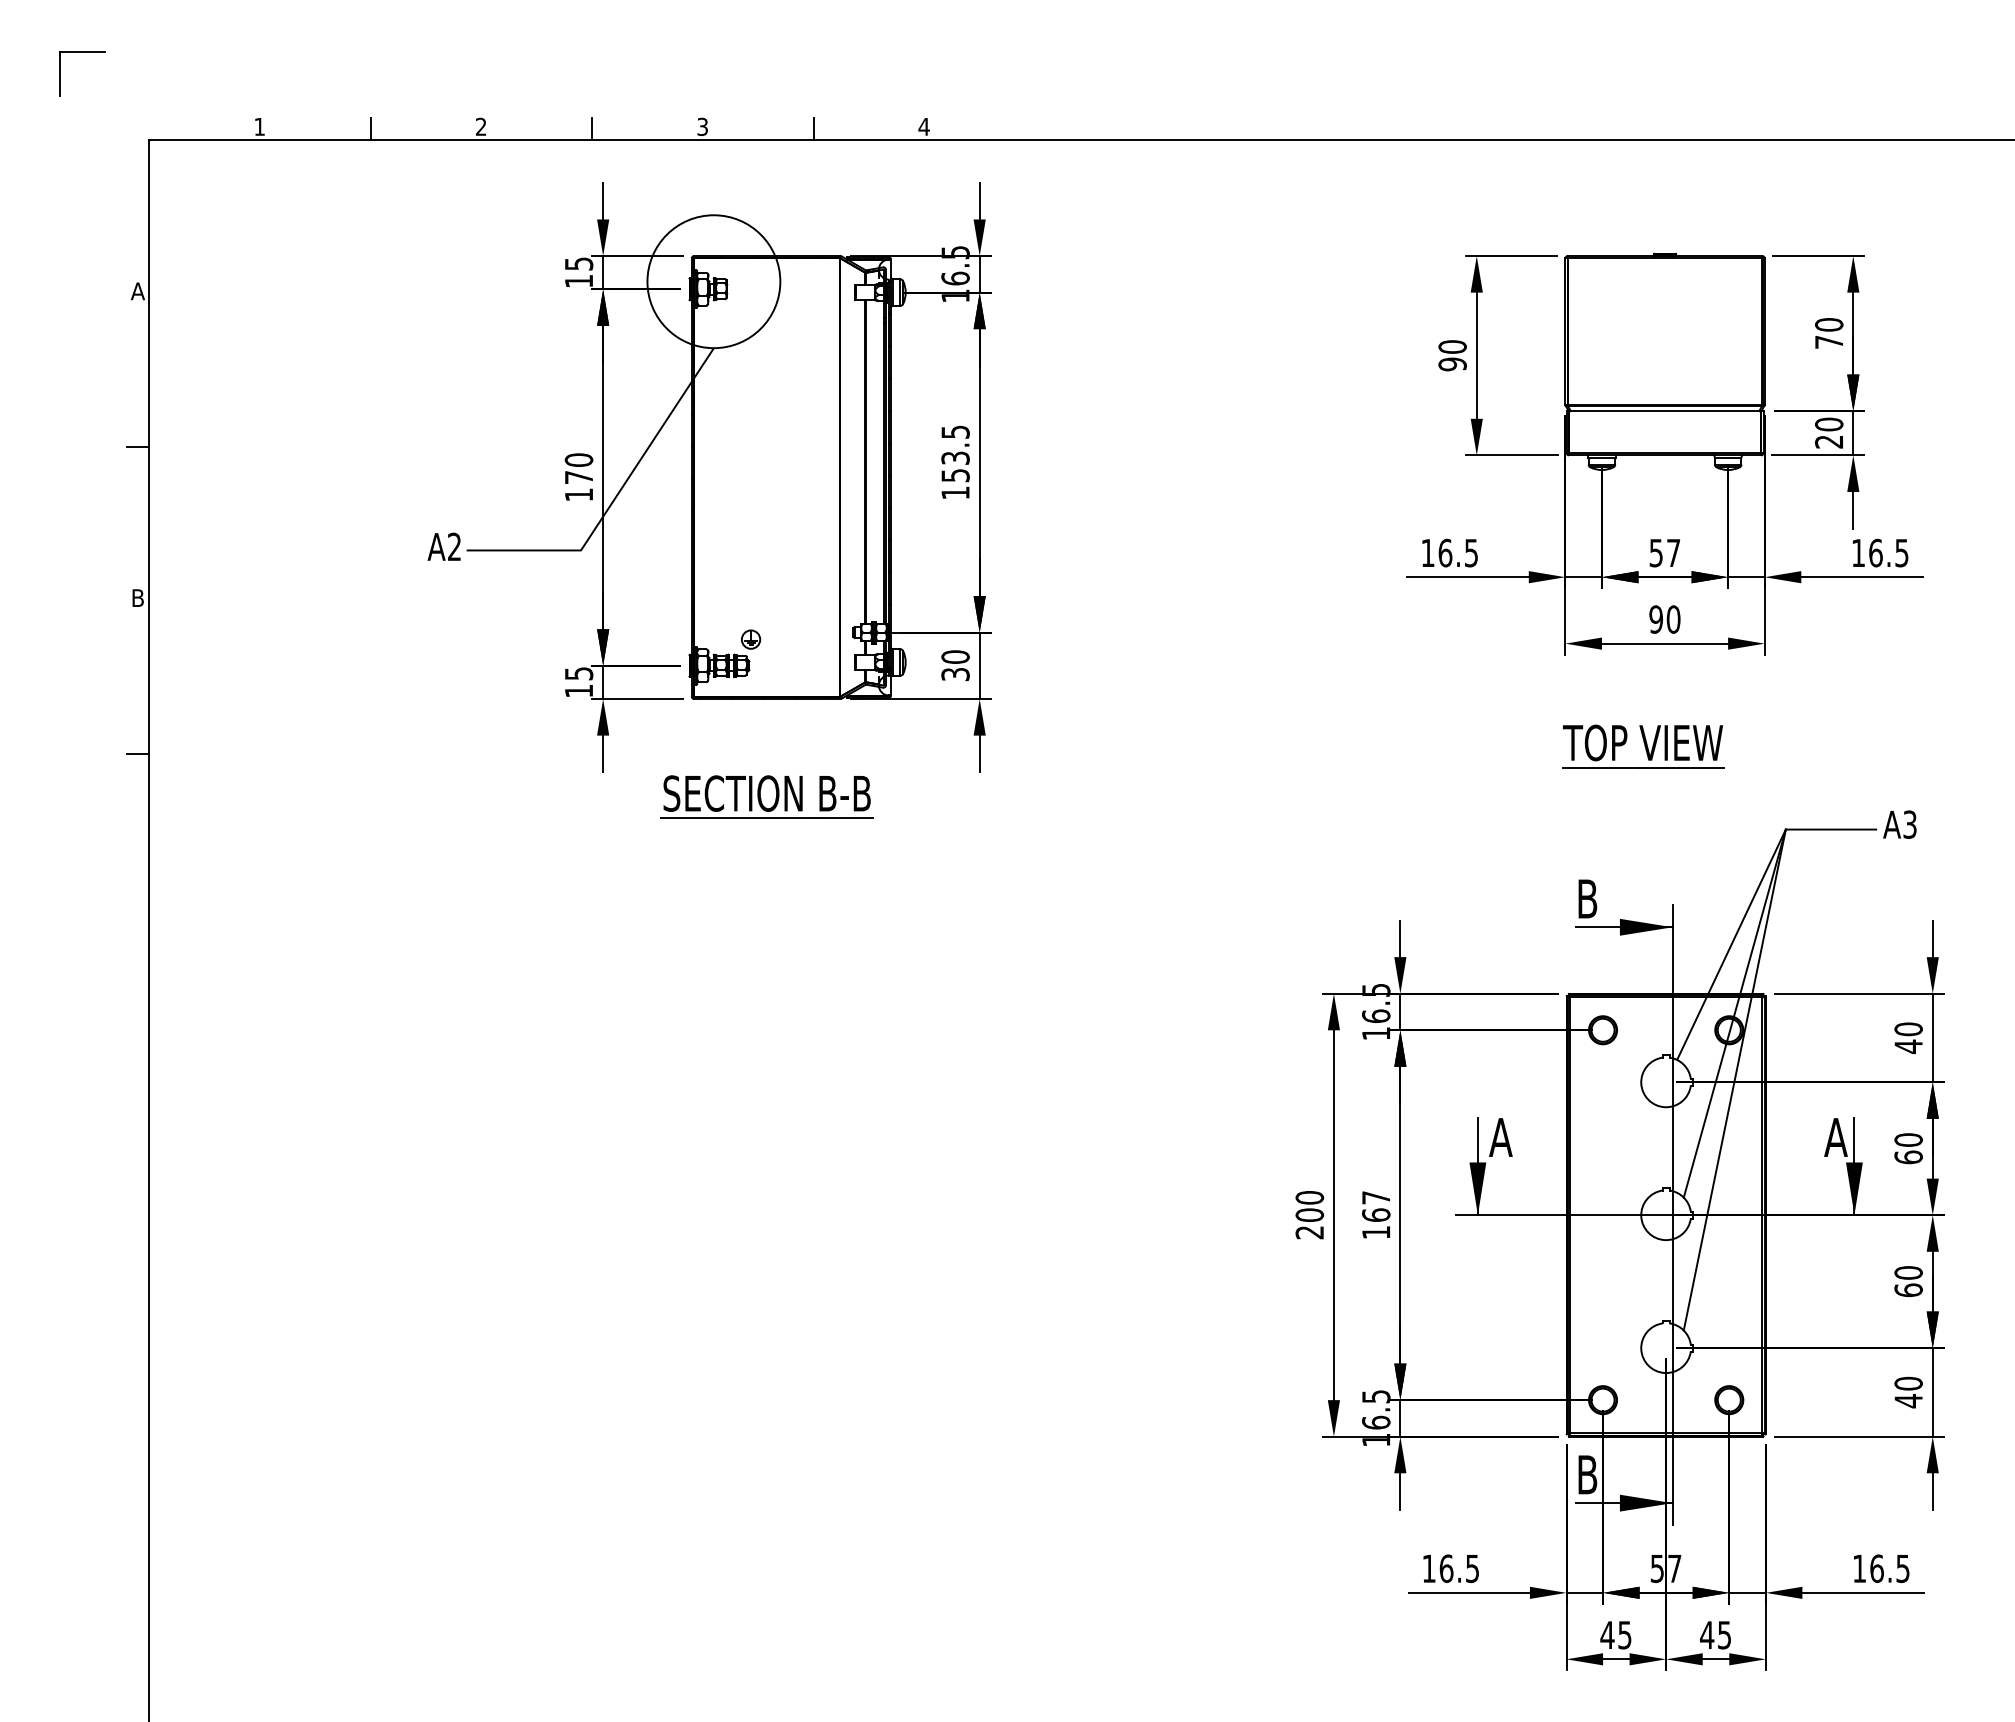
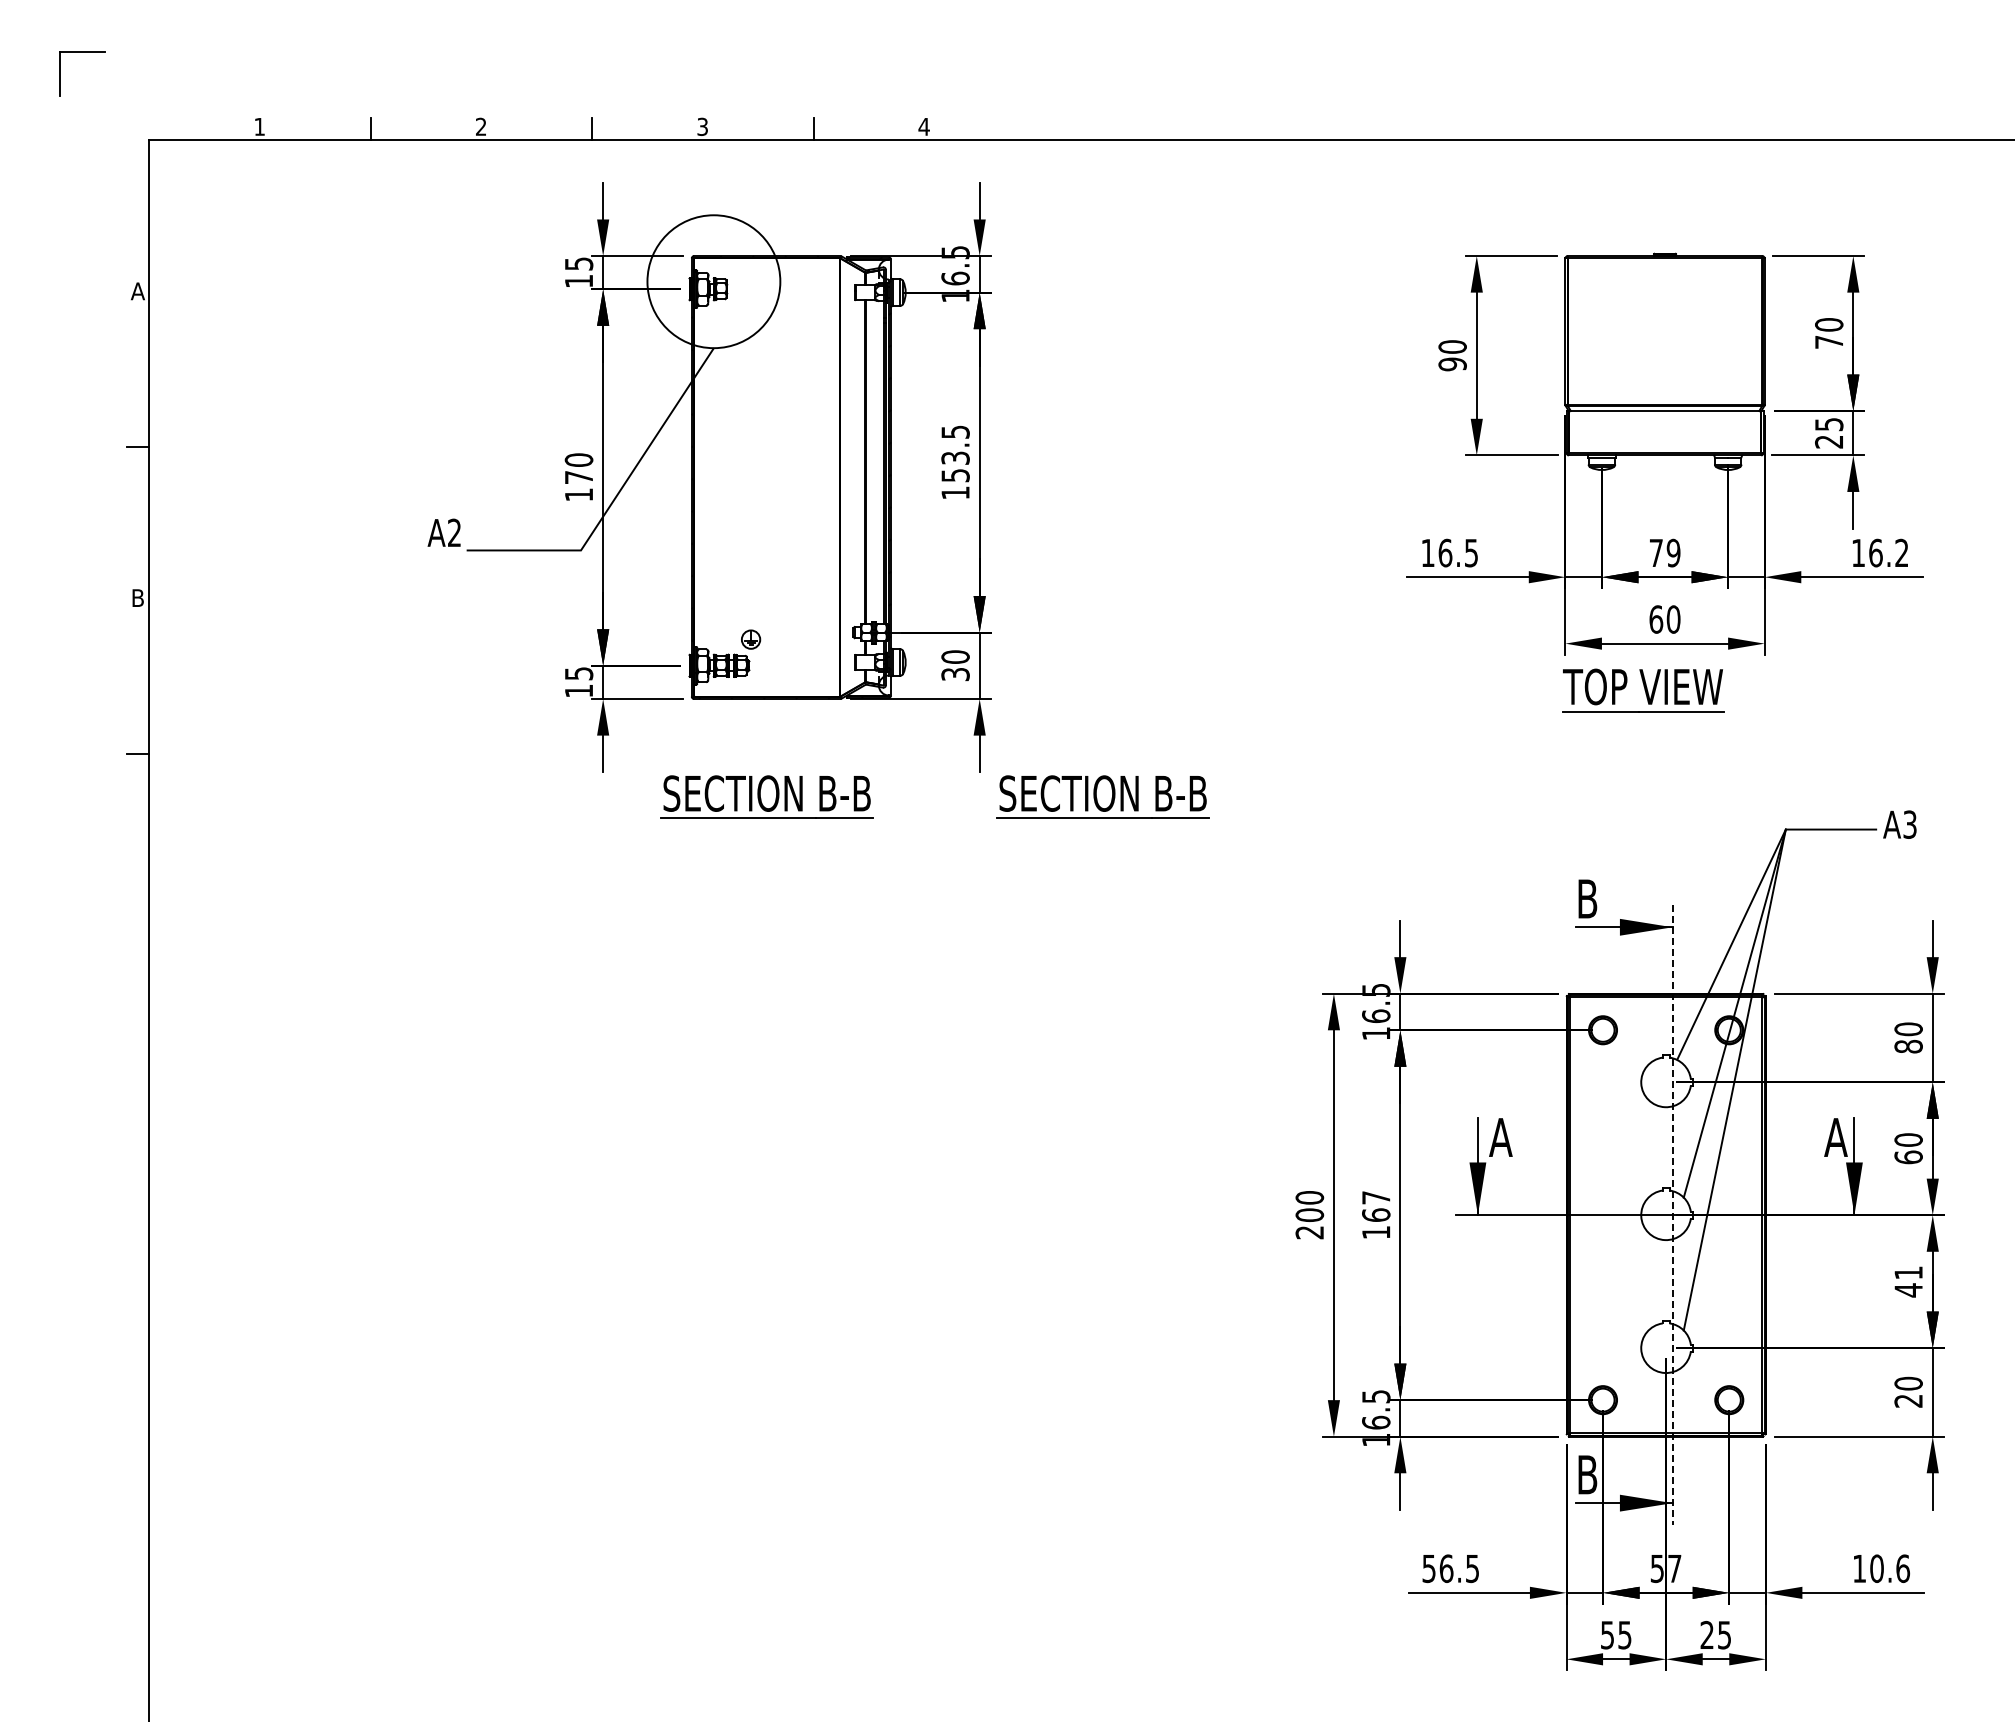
text at (1829, 424): 20 -> 25
text at (443, 546) position: (443, 546) -> (443, 532)
text at (1664, 552): 57 -> 79
text at (1901, 552): 16.5 -> 16.2
text at (1656, 619): 90 -> 60
part at (1643, 746) position: (1643, 746) -> (1643, 690)
part at (1102, 796): none -> present
text at (1908, 1046): 40 -> 80
line at (1672, 1215): solid -> dashed
text at (1908, 1281): 60 -> 41
text at (1908, 1401): 40 -> 20
text at (1890, 1568): 16.5 -> 10.6
text at (1428, 1569): 16.5 -> 56.5
text at (1707, 1634): 45 -> 25
text at (1607, 1635): 45 -> 55
